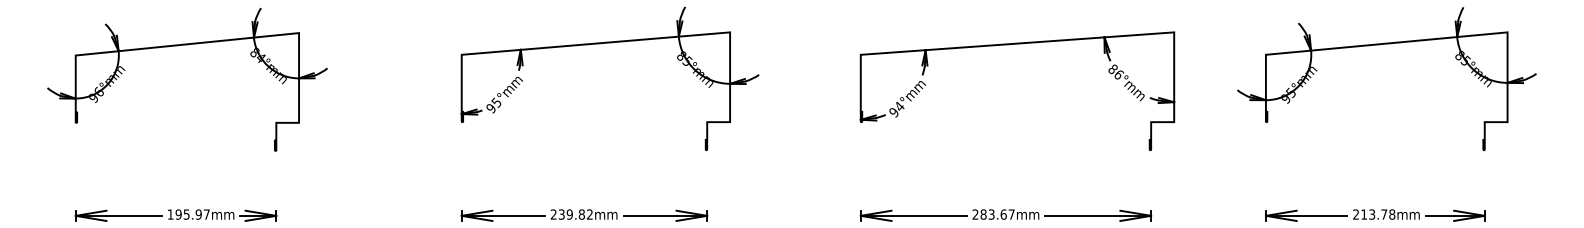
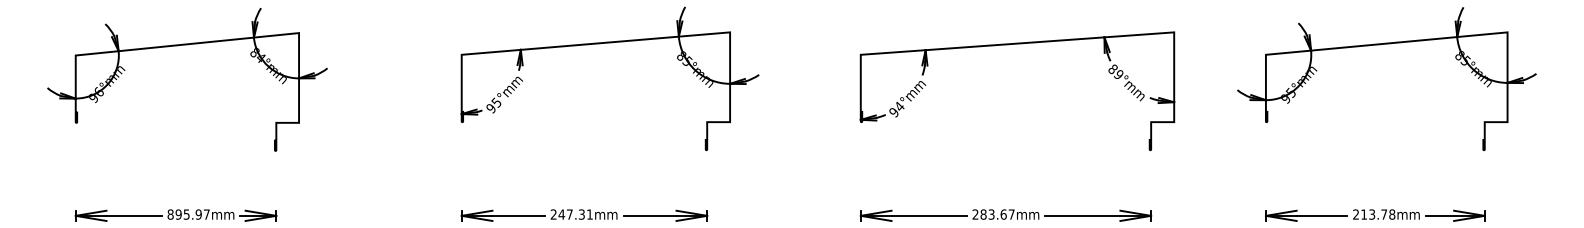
text at (1118, 74): 86°mm -> 89°mm
text at (170, 214): 195.97mm -> 895.97mm
text at (575, 214): 239.82mm -> 247.31mm
